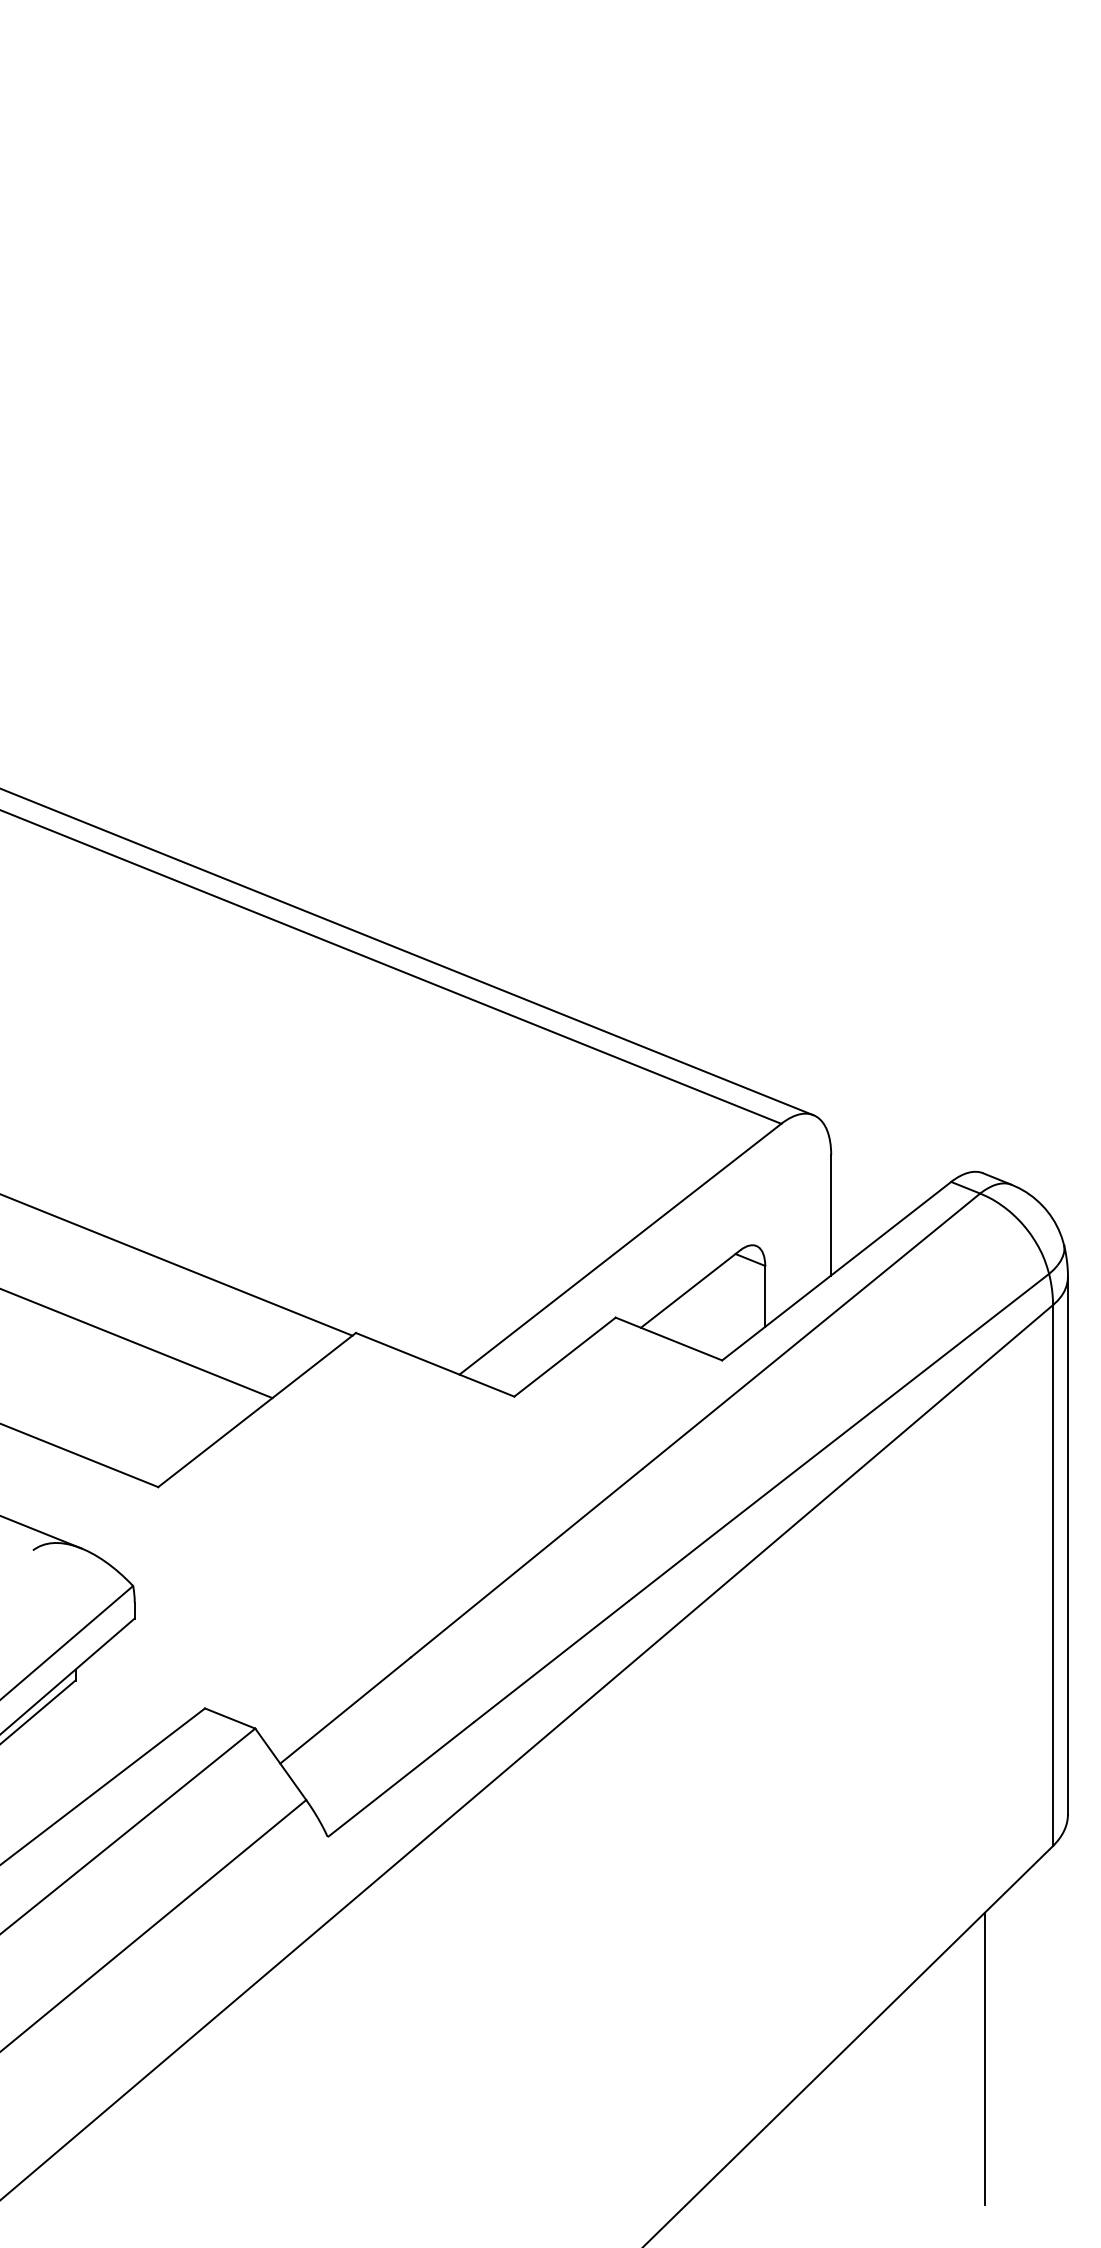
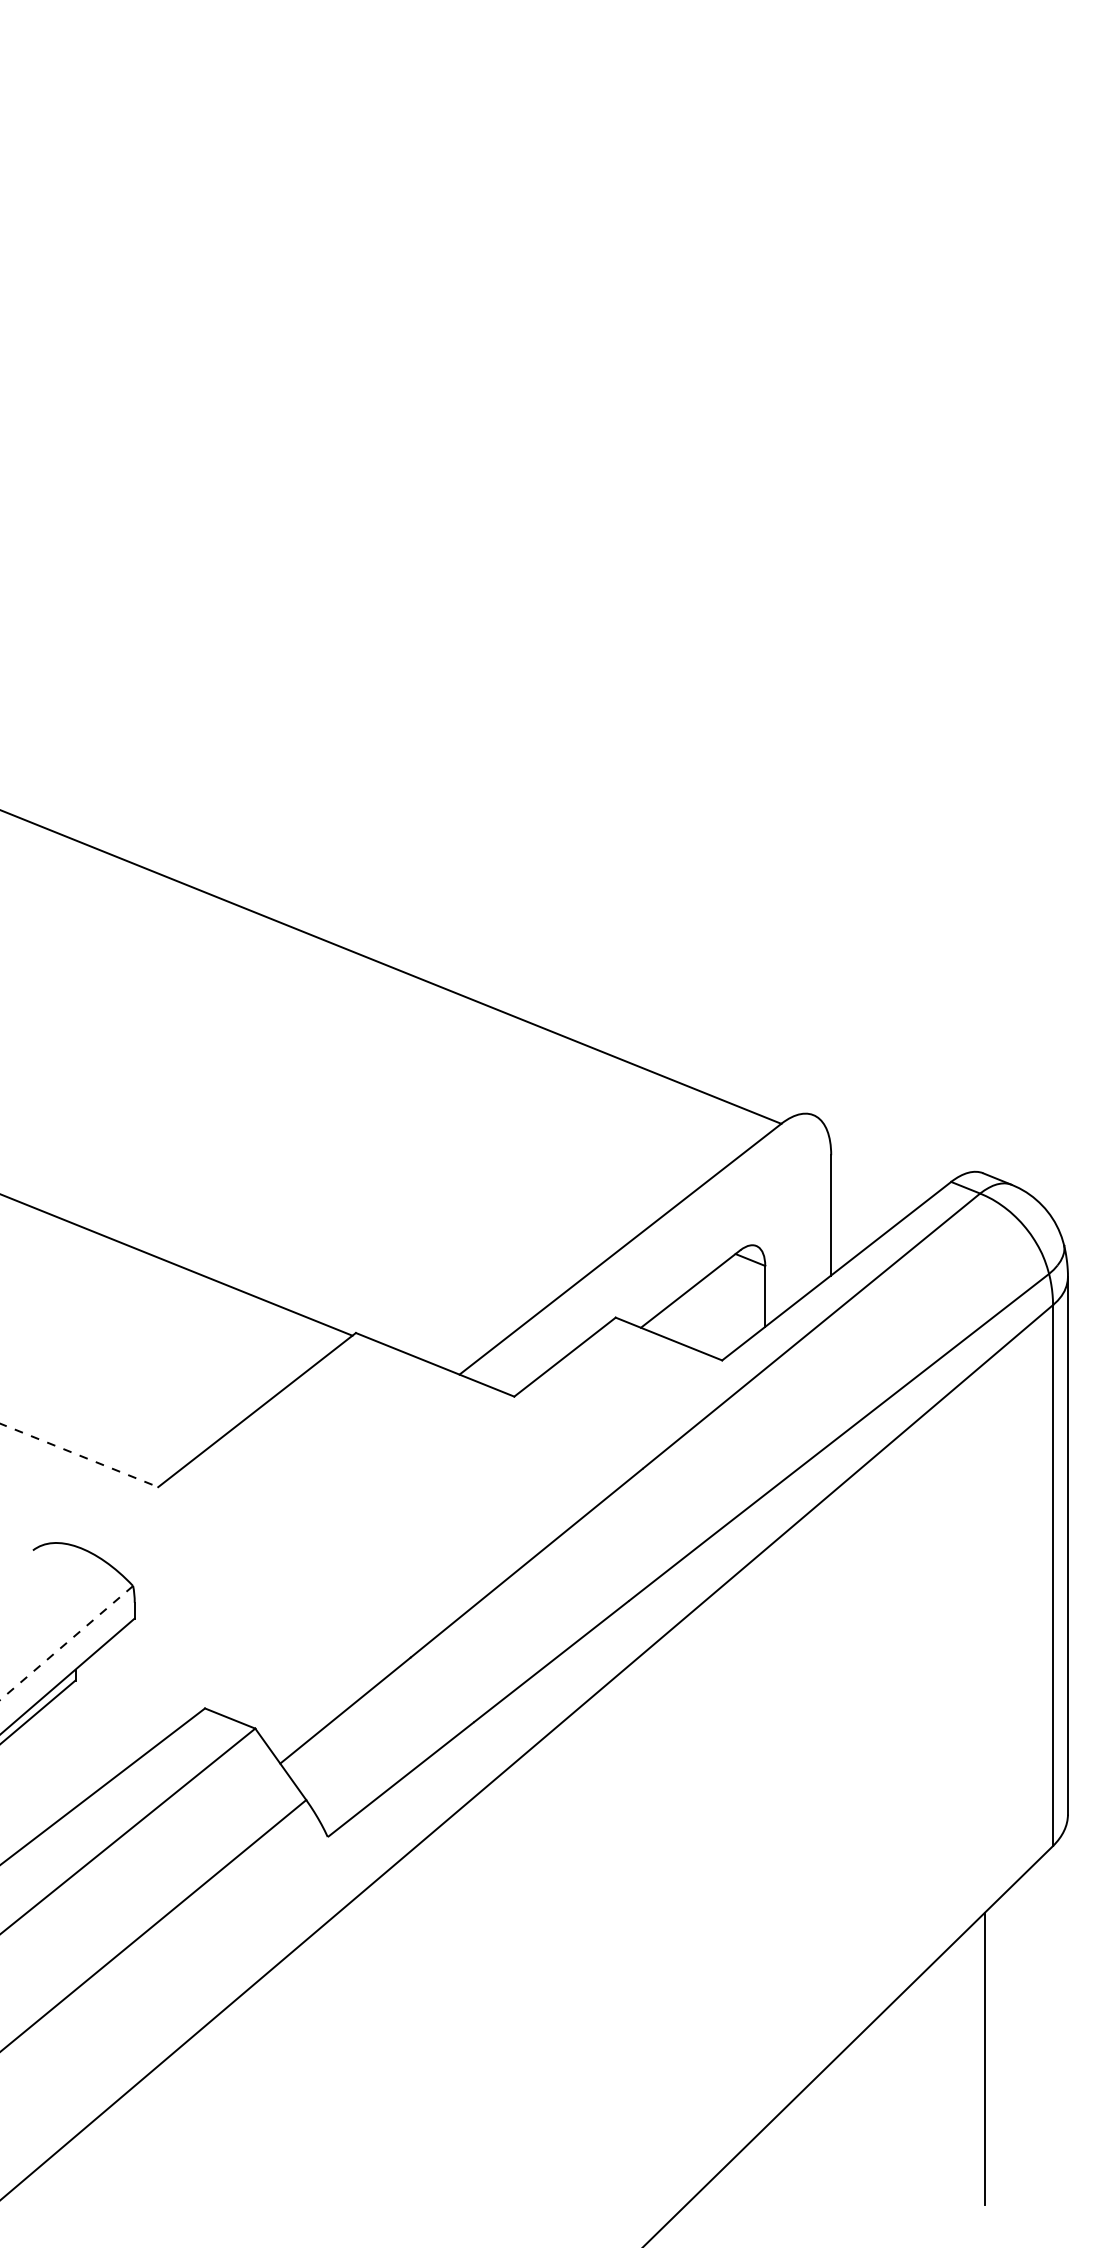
line at (407, 952): present -> none
line at (137, 1343): present -> none
line at (79, 1455): solid -> dashed
line at (41, 1532): present -> none
line at (66, 1643): solid -> dashed
